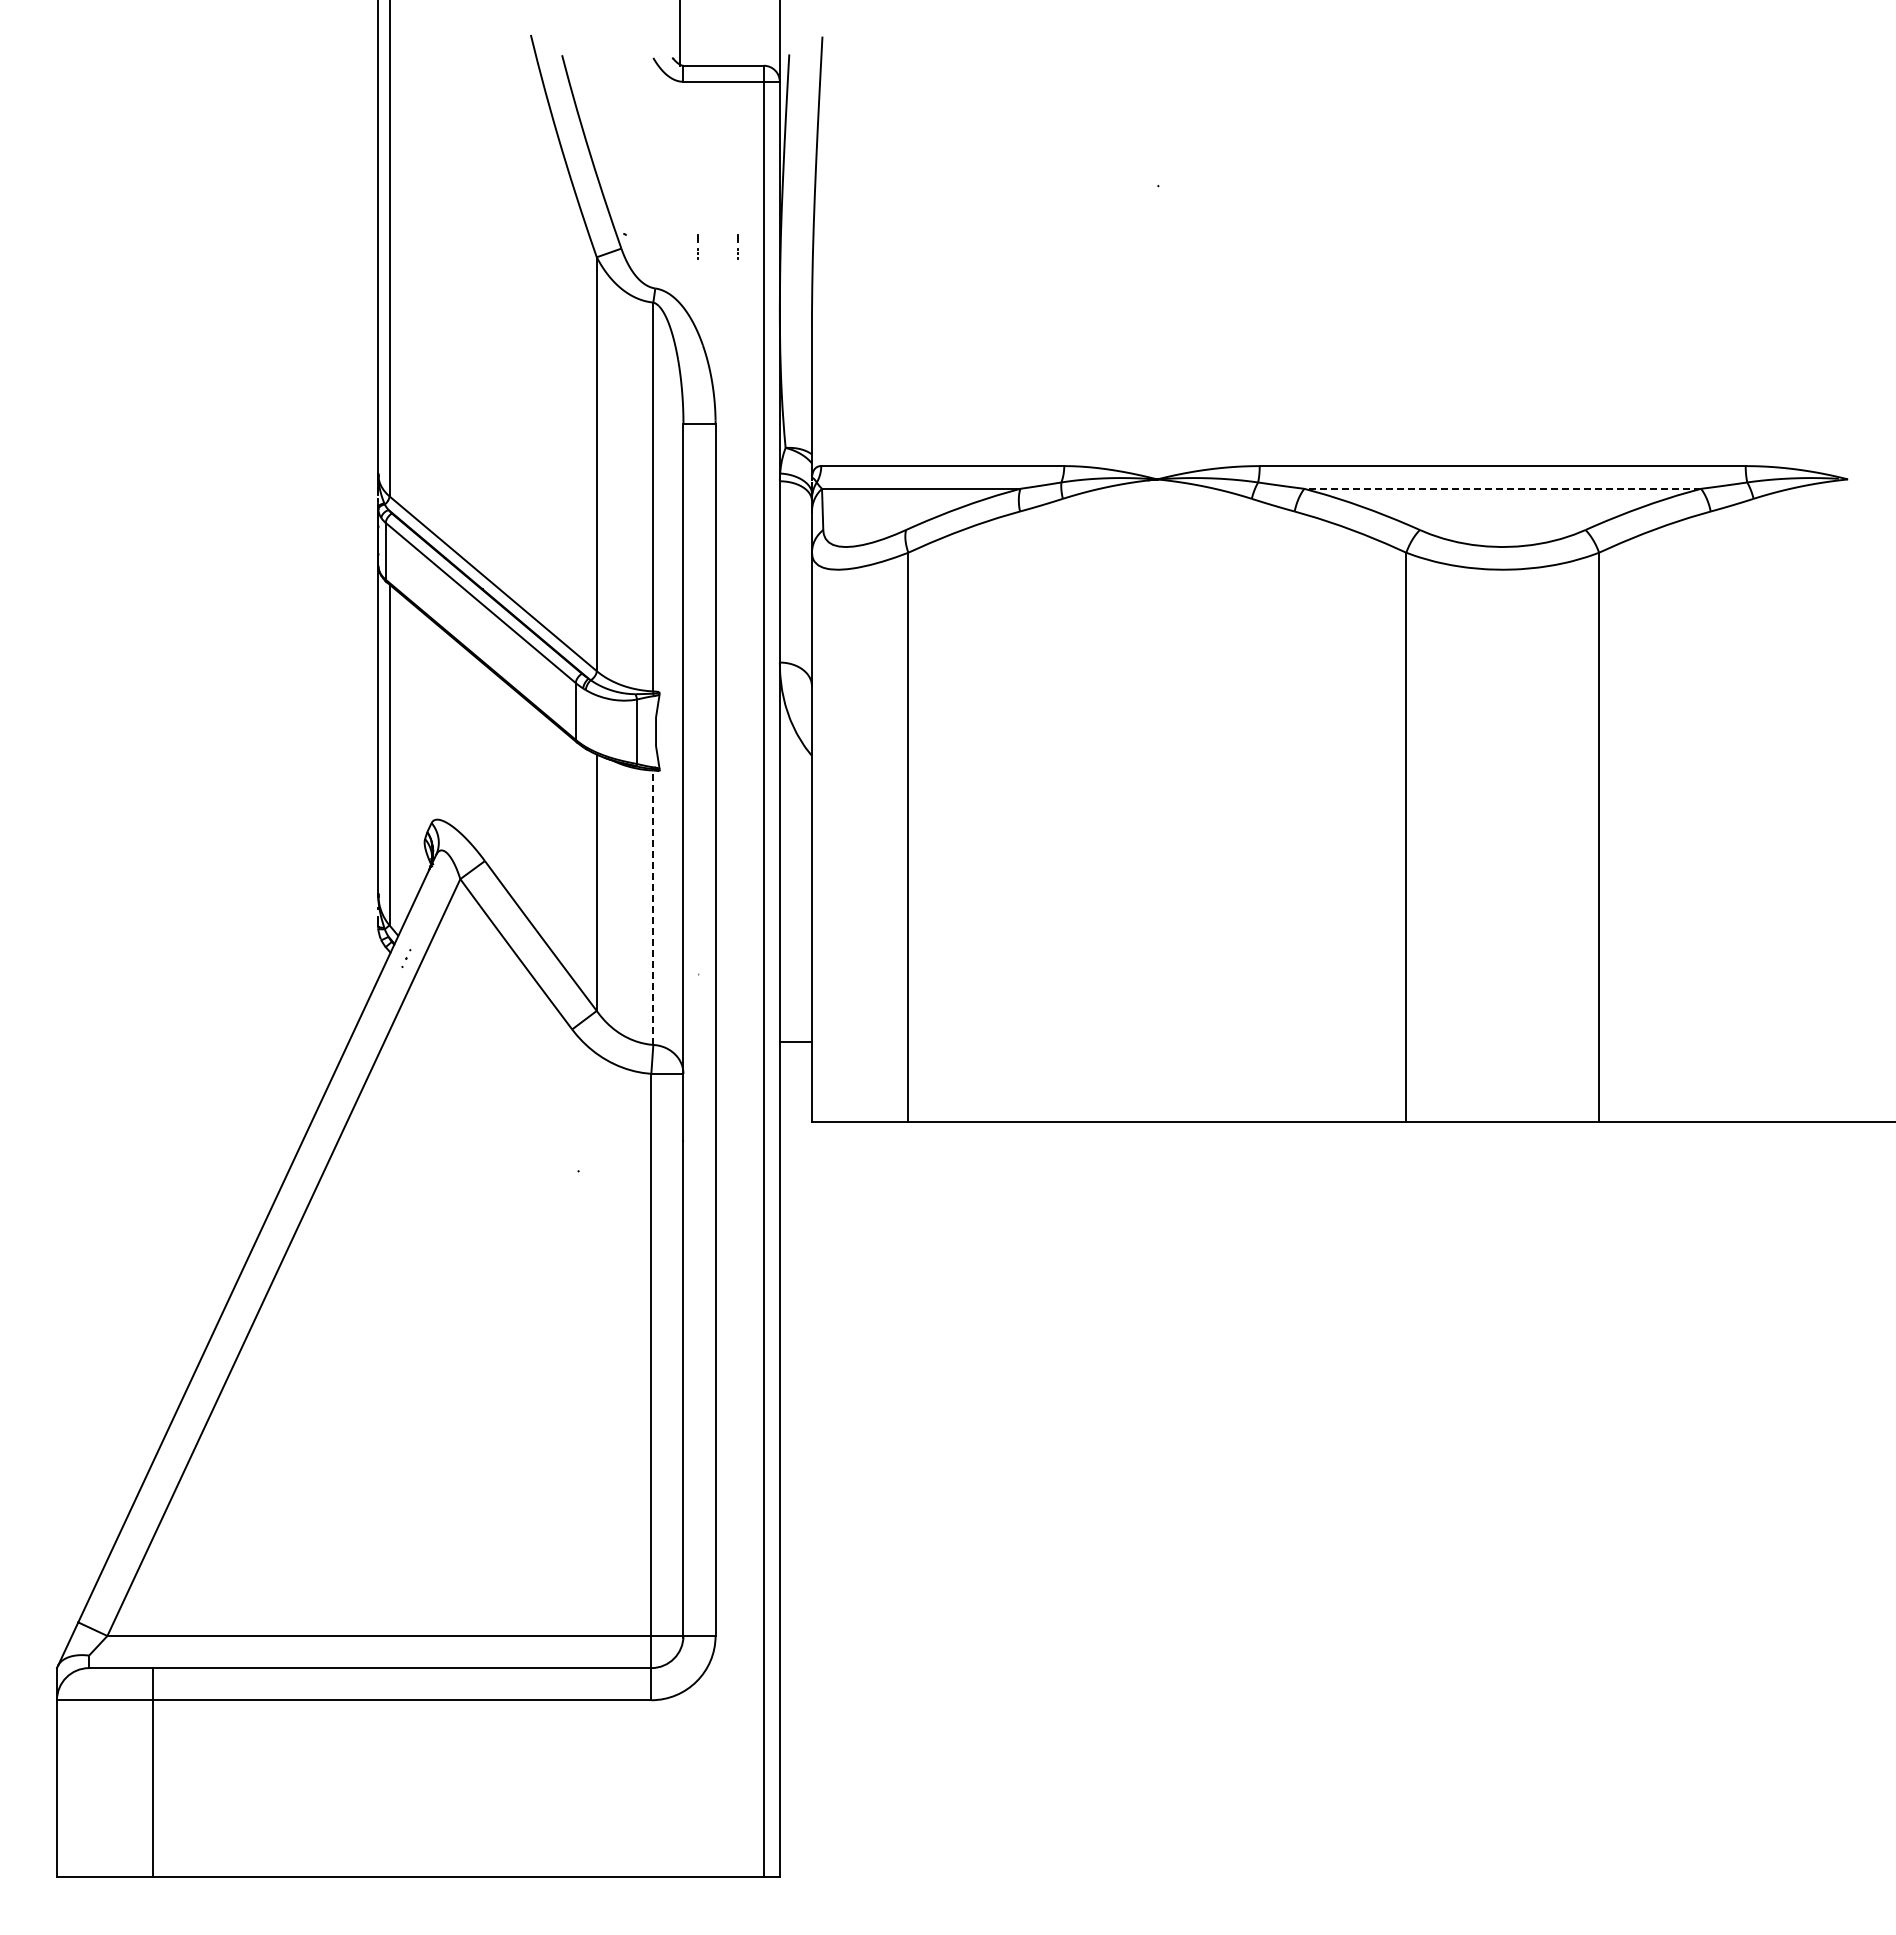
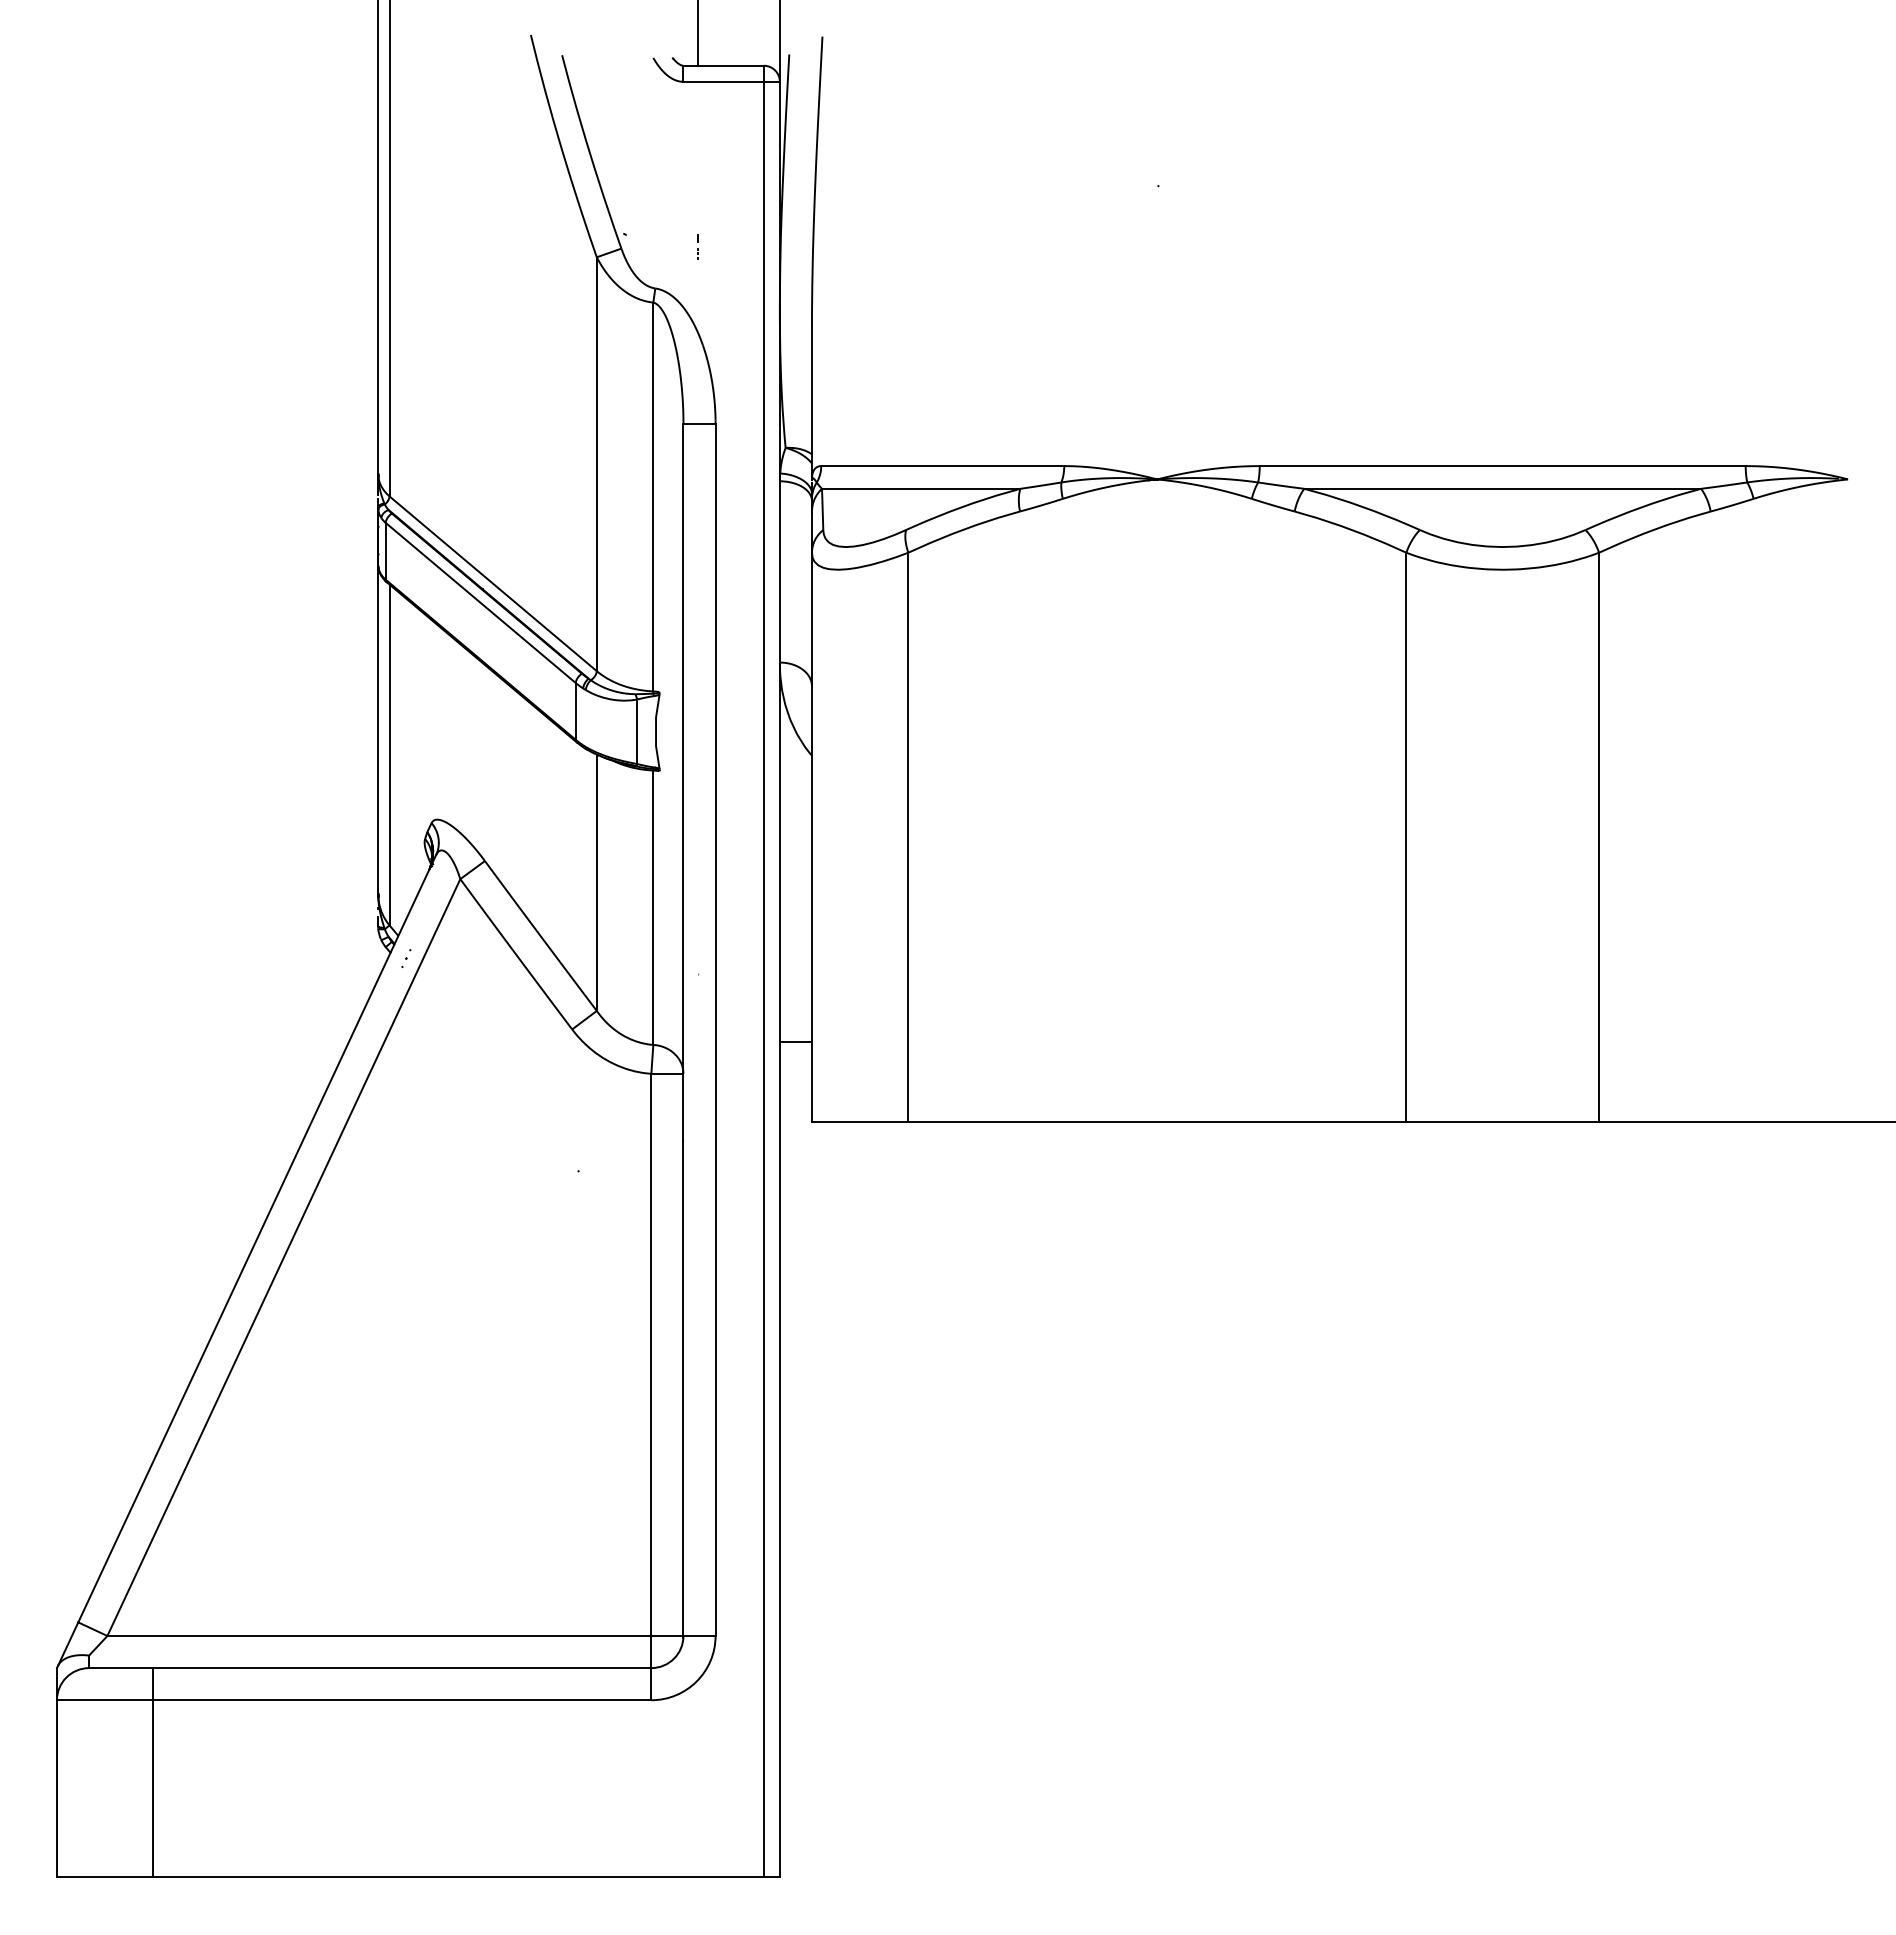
line at (680, 33) position: (680, 33) -> (698, 33)
line at (737, 248): present -> none
line at (1502, 488): dashed -> solid
line at (653, 907): dashed -> solid
